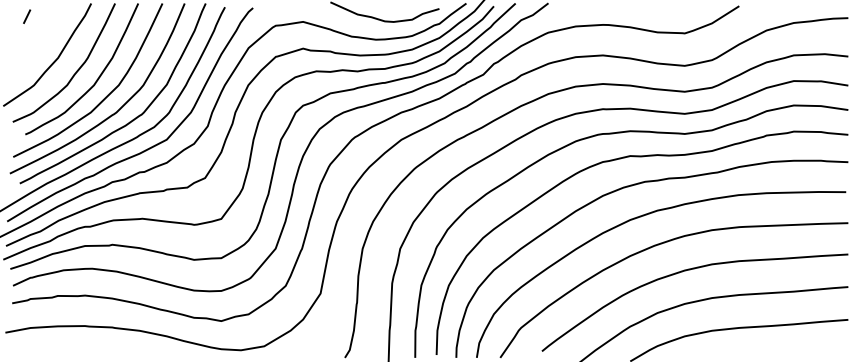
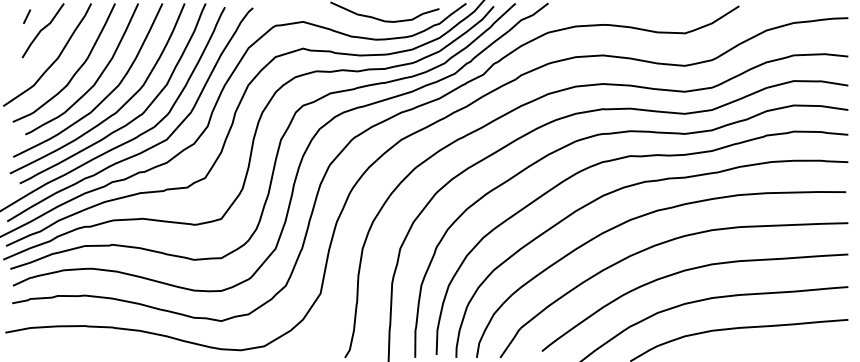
line at (42, 30): none -> present
